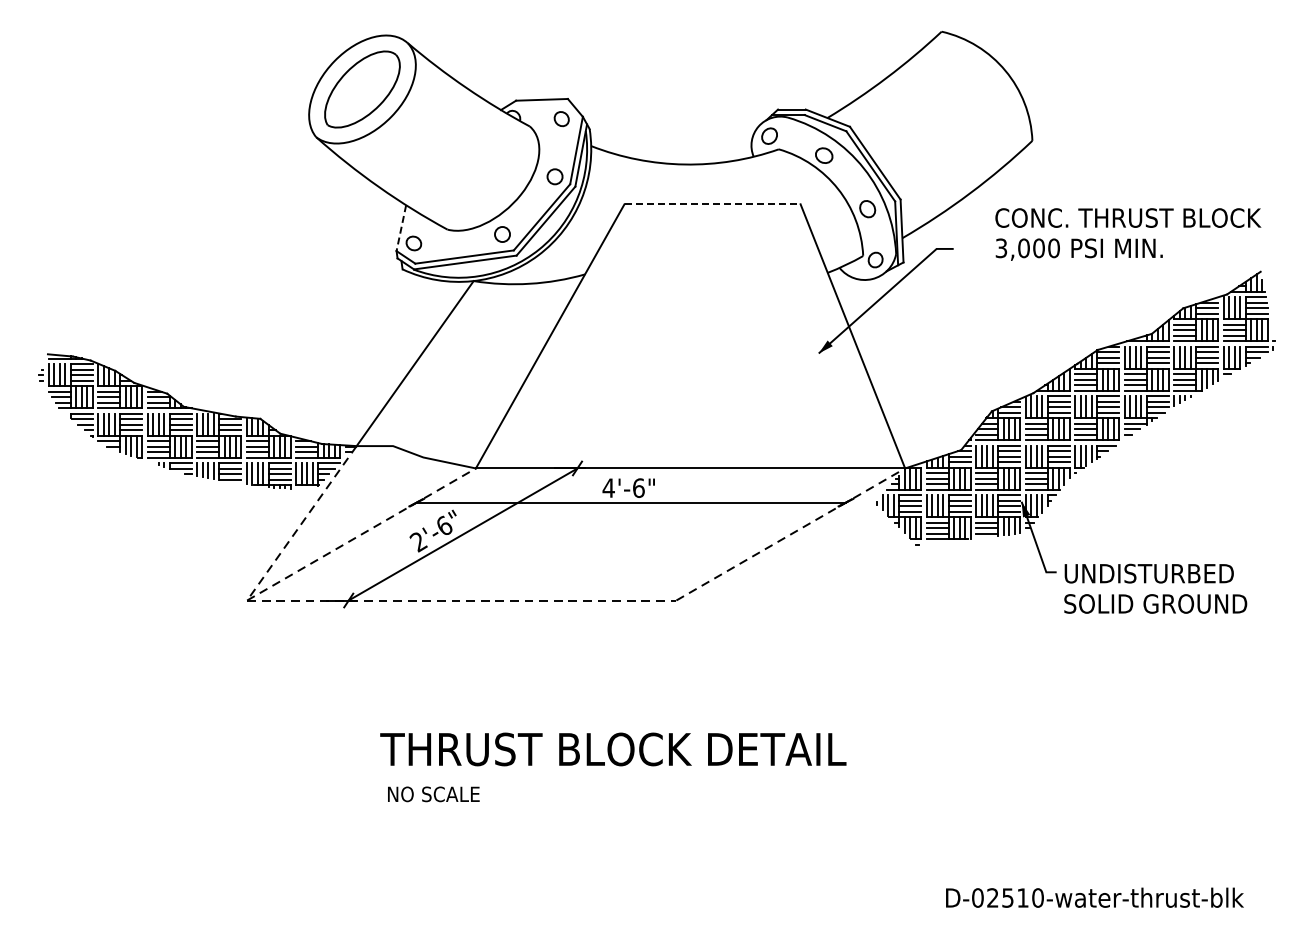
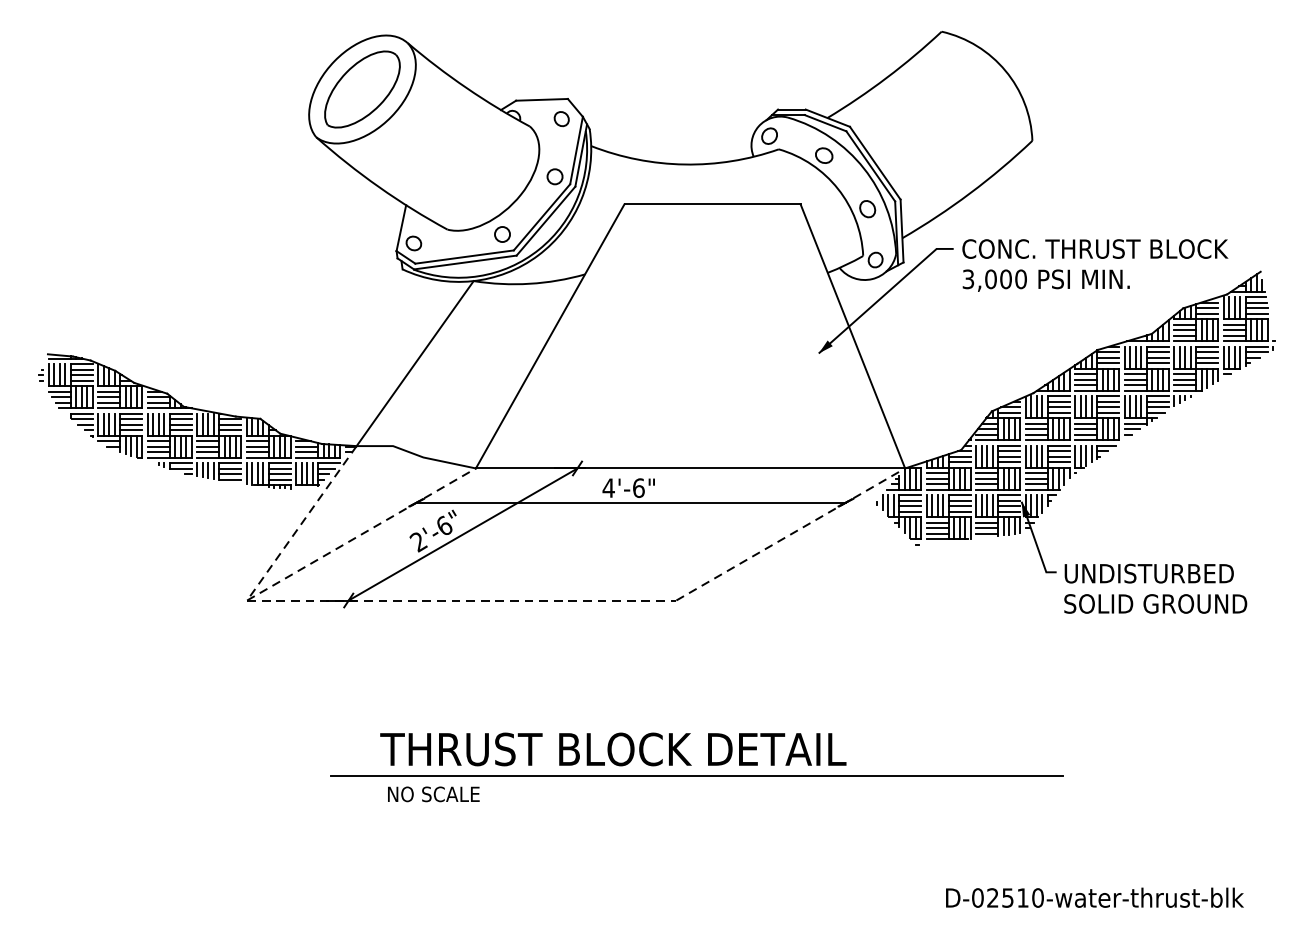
line at (713, 204): dashed -> solid
line at (401, 228): dashed -> solid
text at (1128, 234) position: (1128, 234) -> (1095, 265)
line at (696, 775): none -> present
